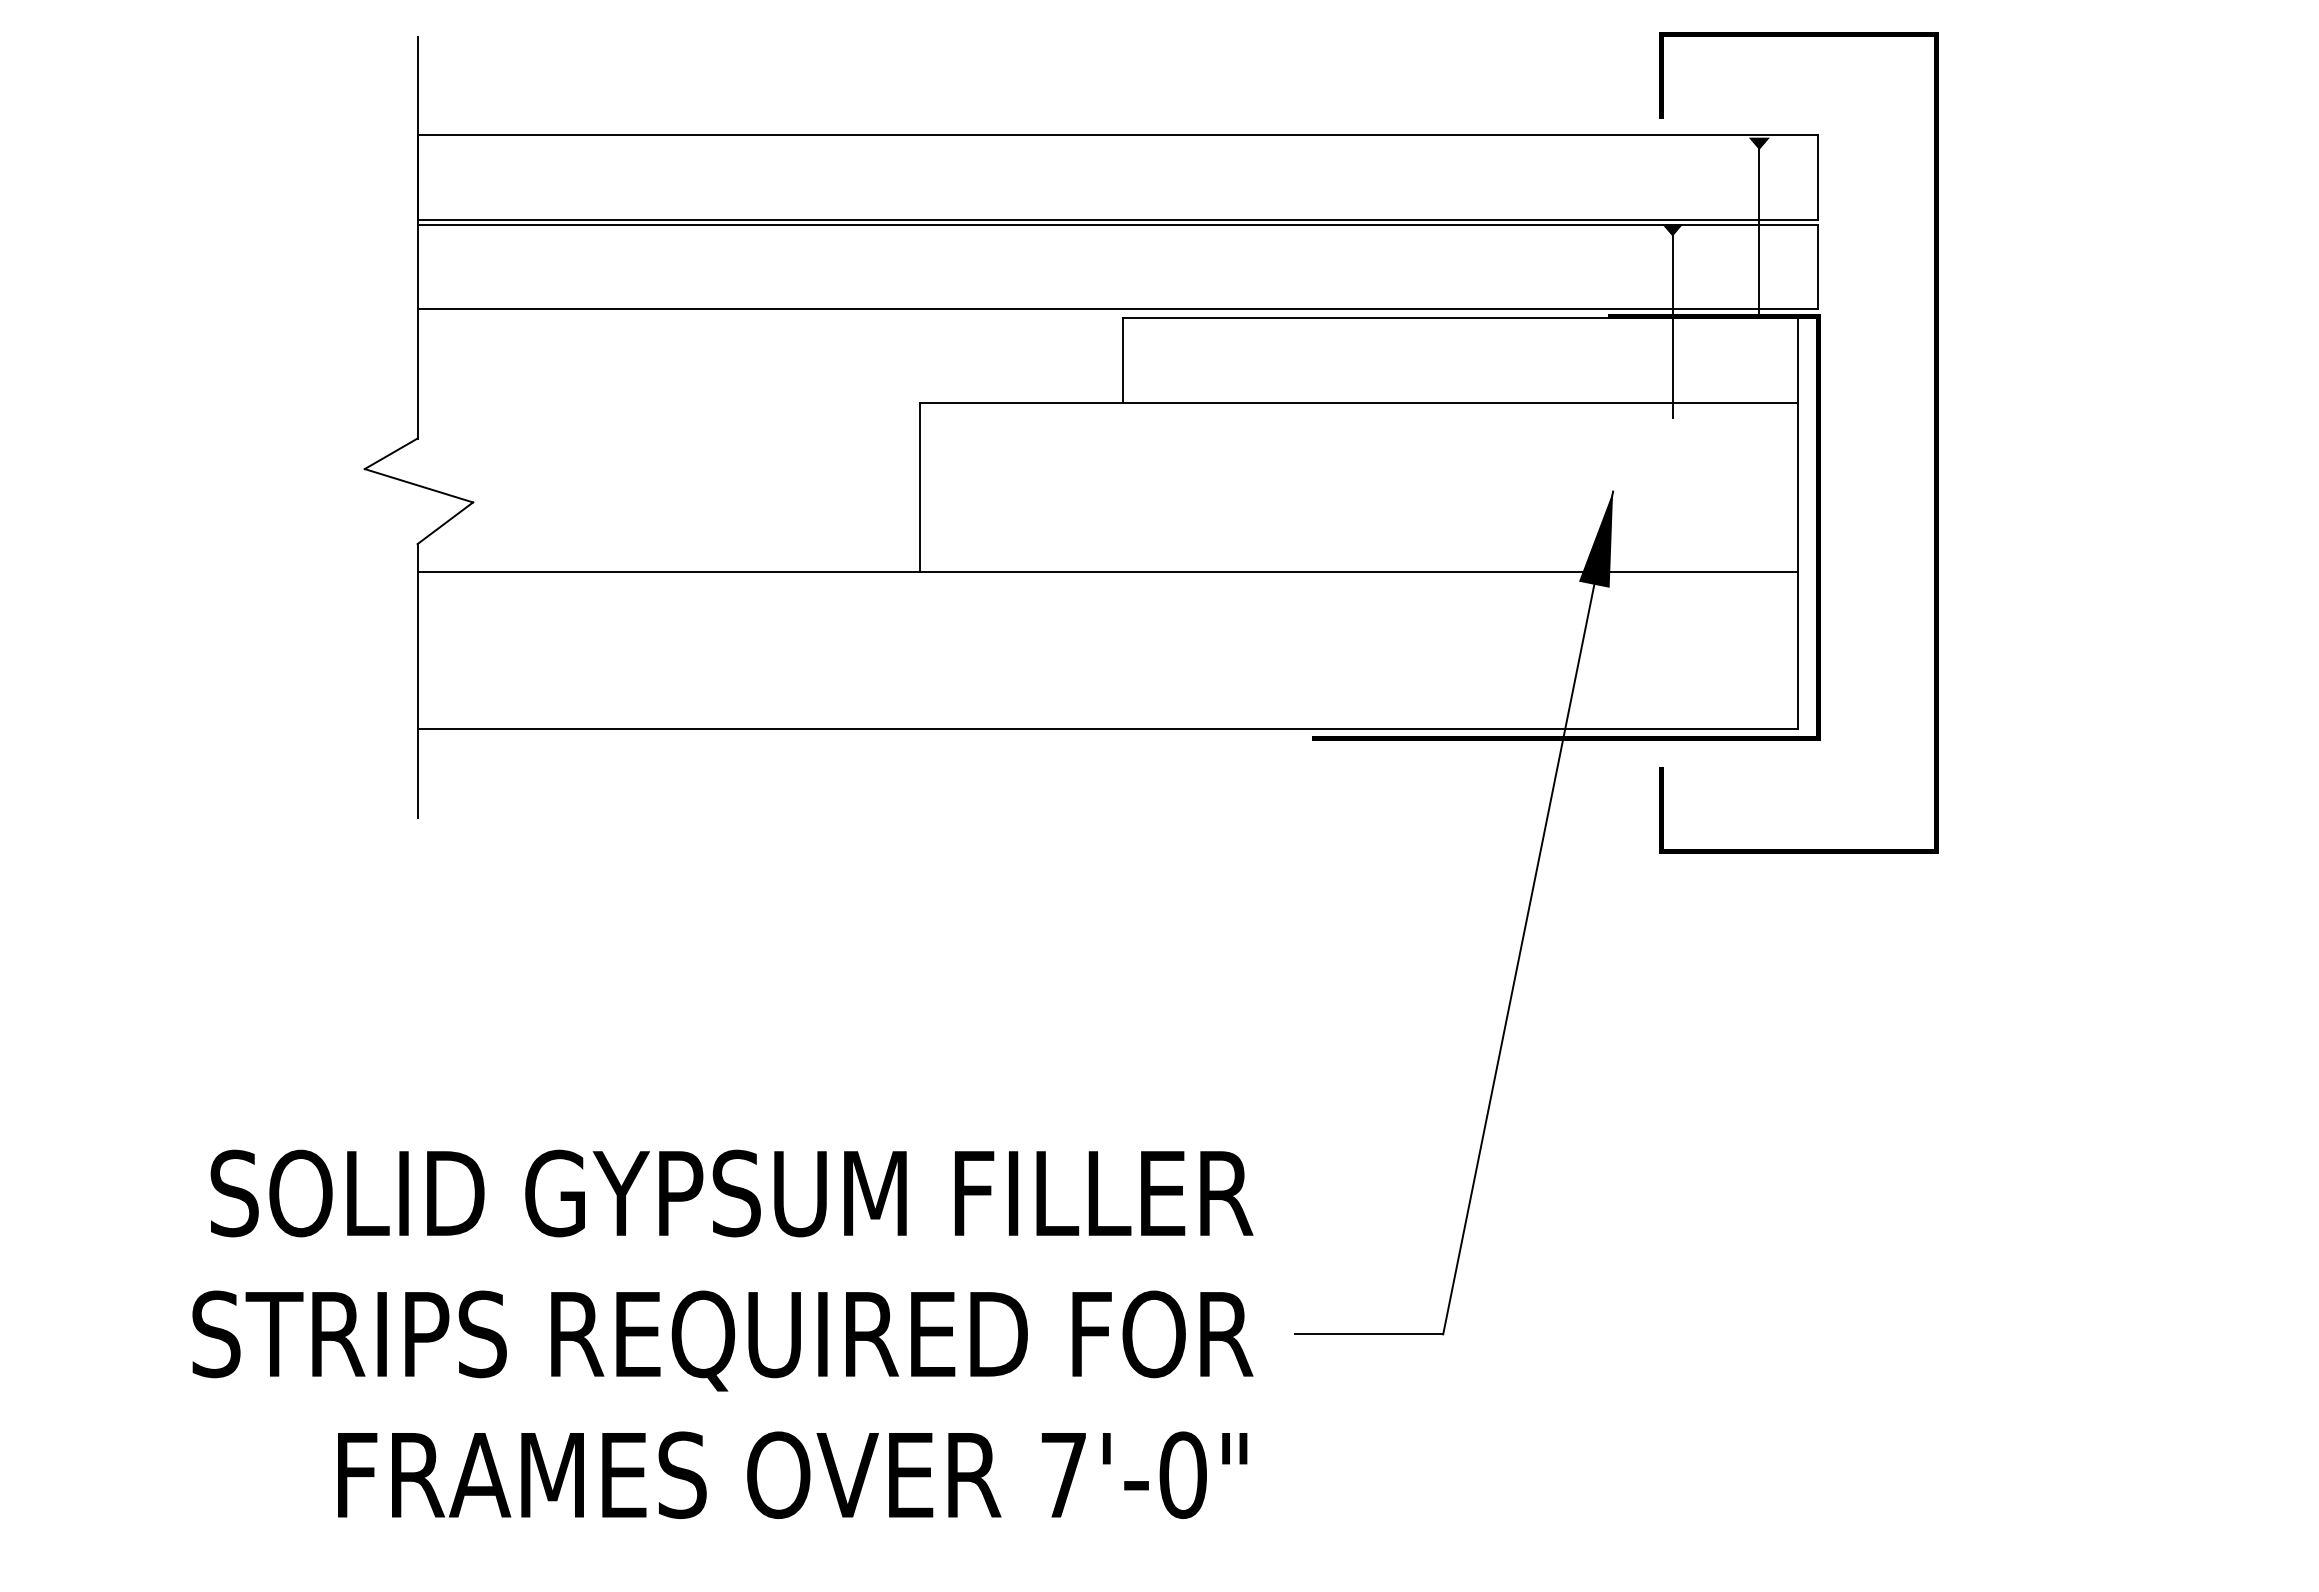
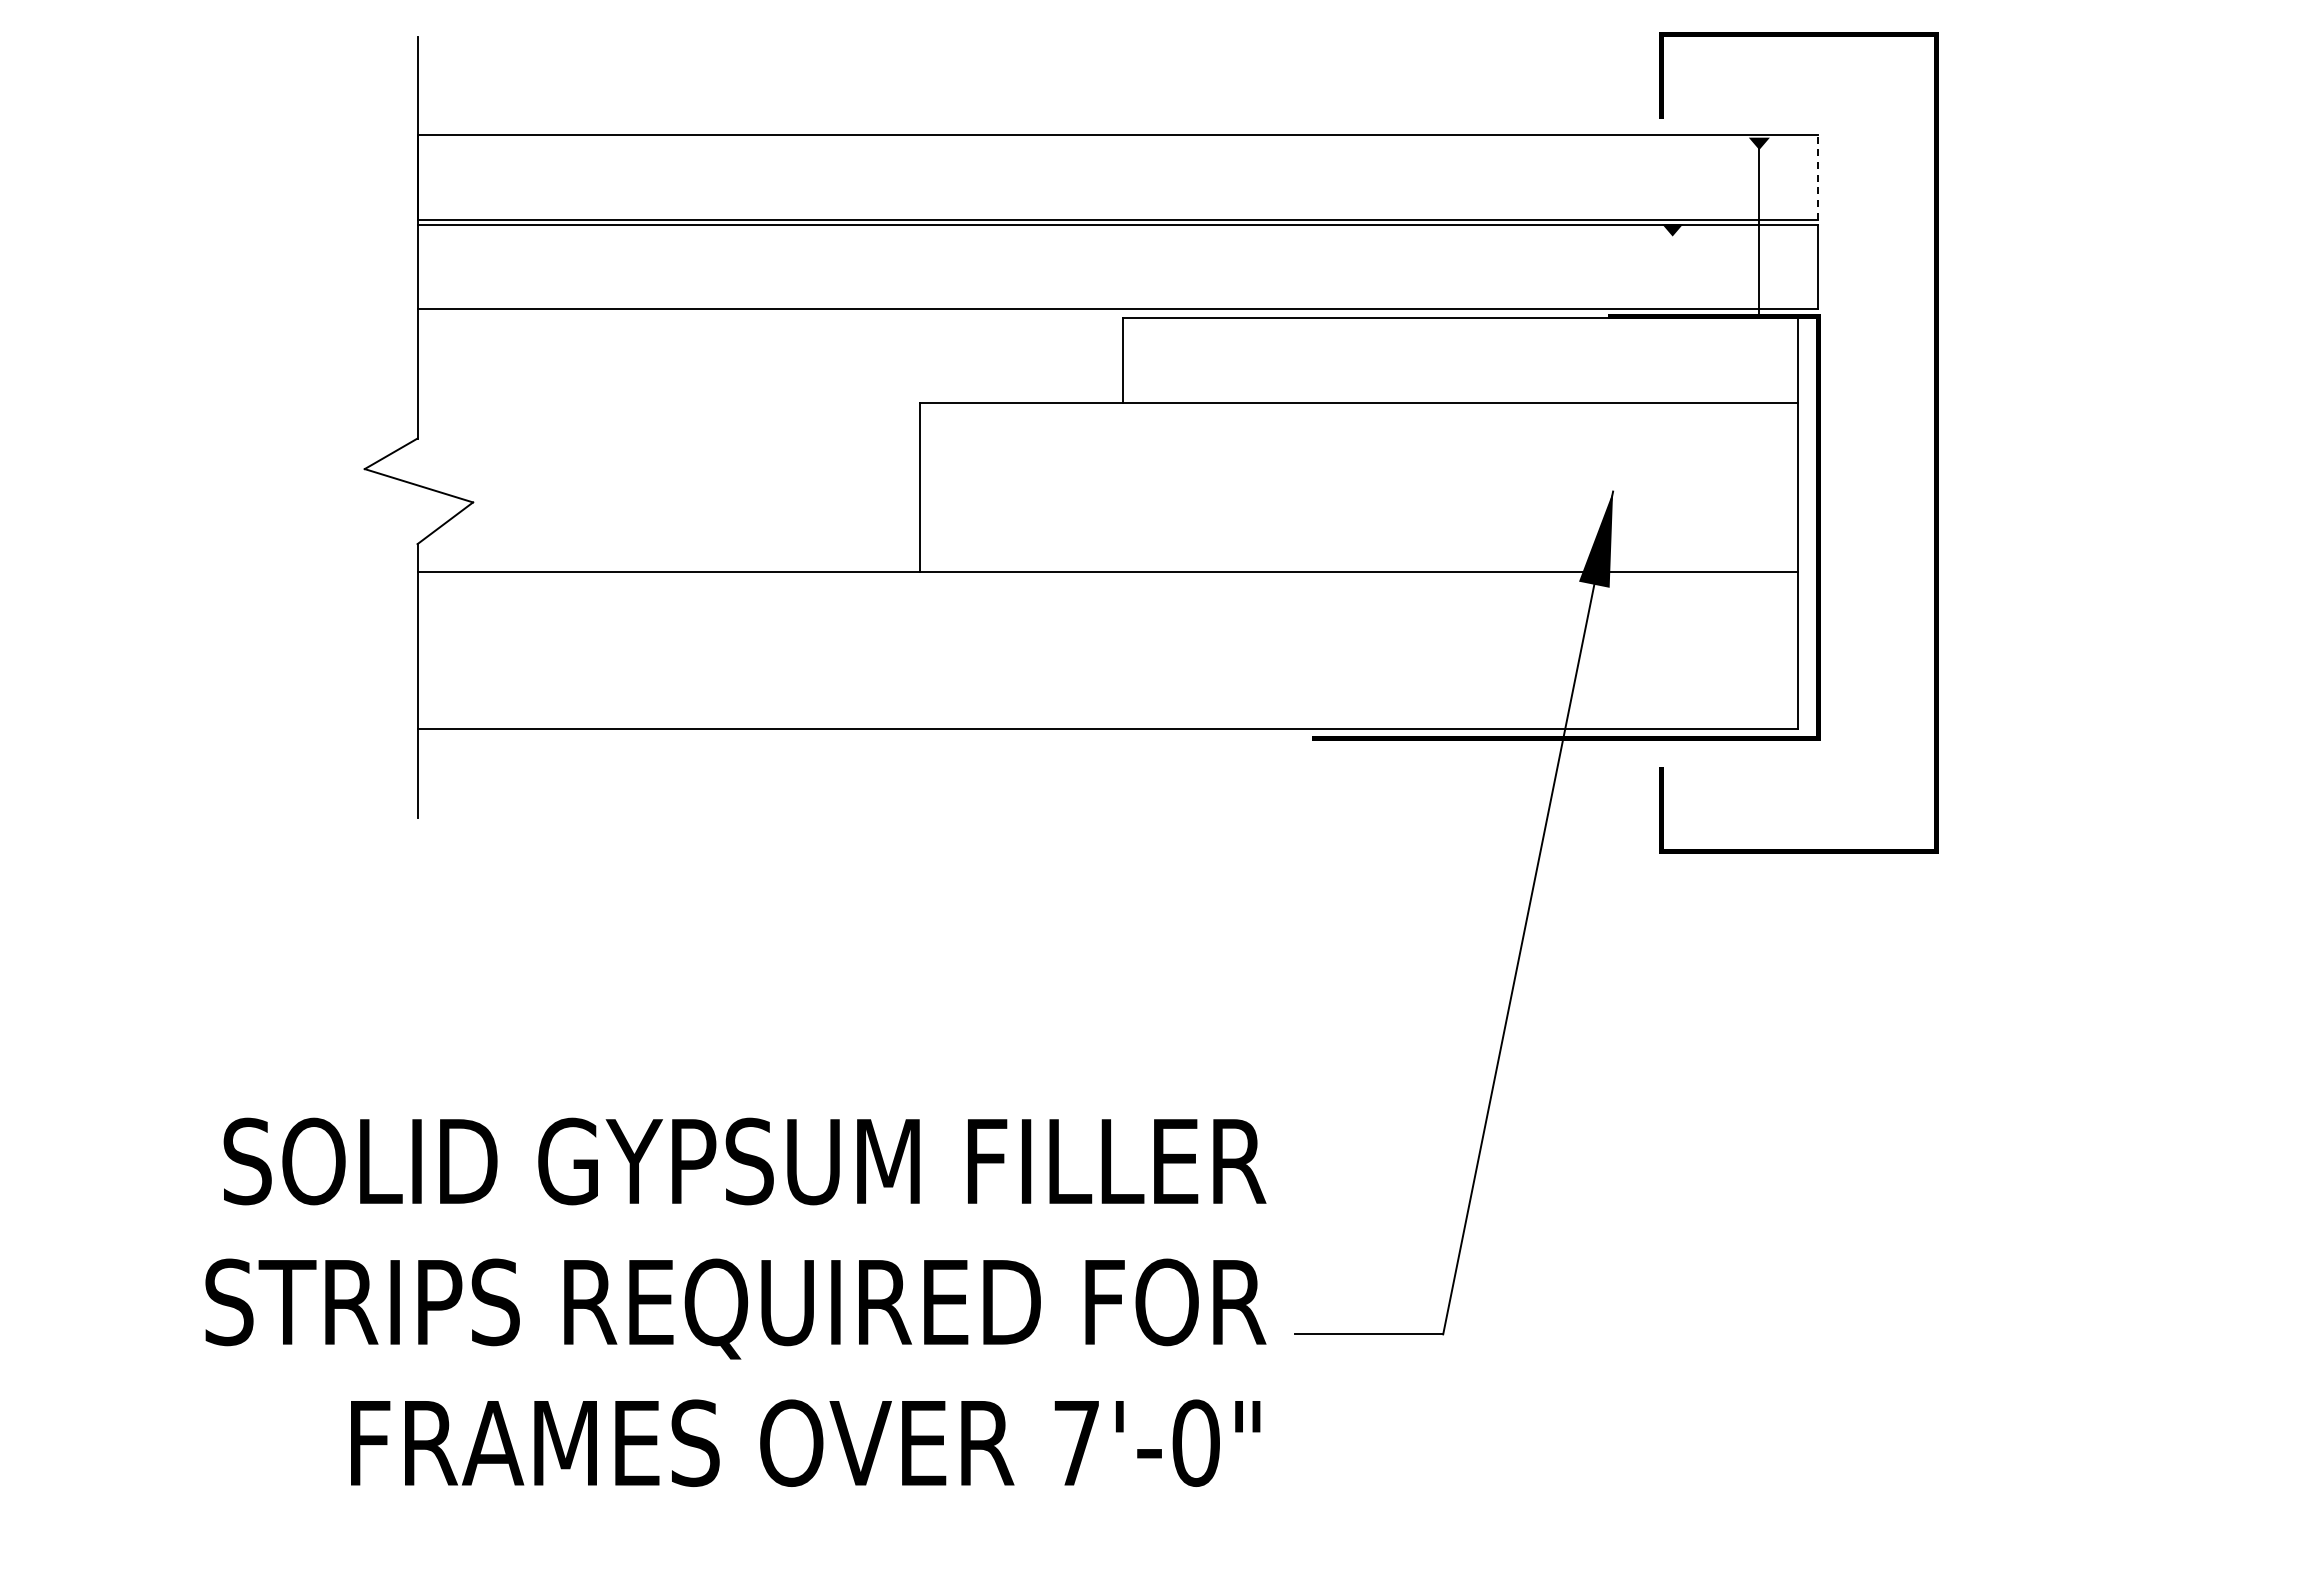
line at (1817, 176): solid -> dashed
line at (1672, 322): present -> none
text at (722, 1333) position: (722, 1333) -> (735, 1301)
